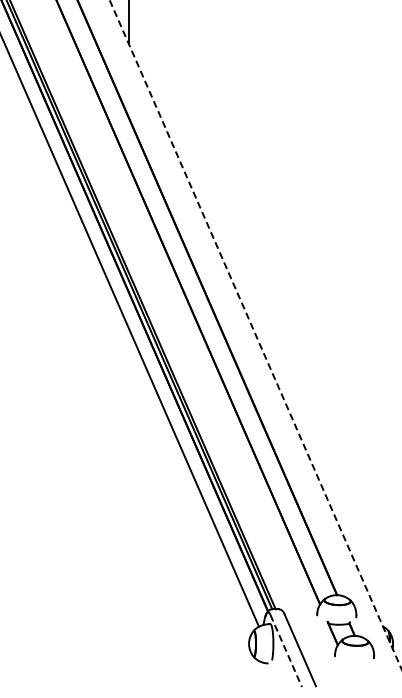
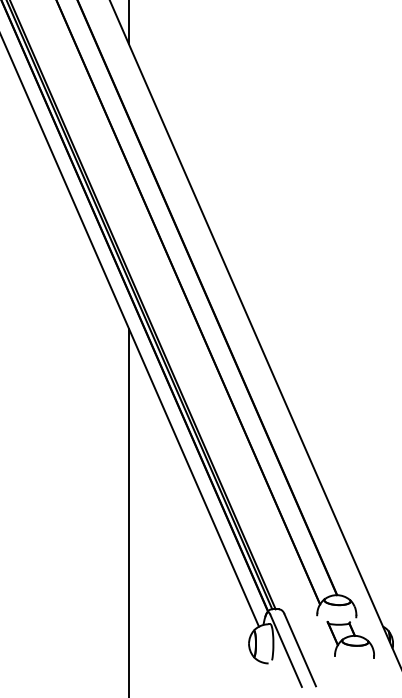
line at (255, 335): dashed -> solid
line at (129, 511): none -> present
line at (286, 651): dashed -> solid
